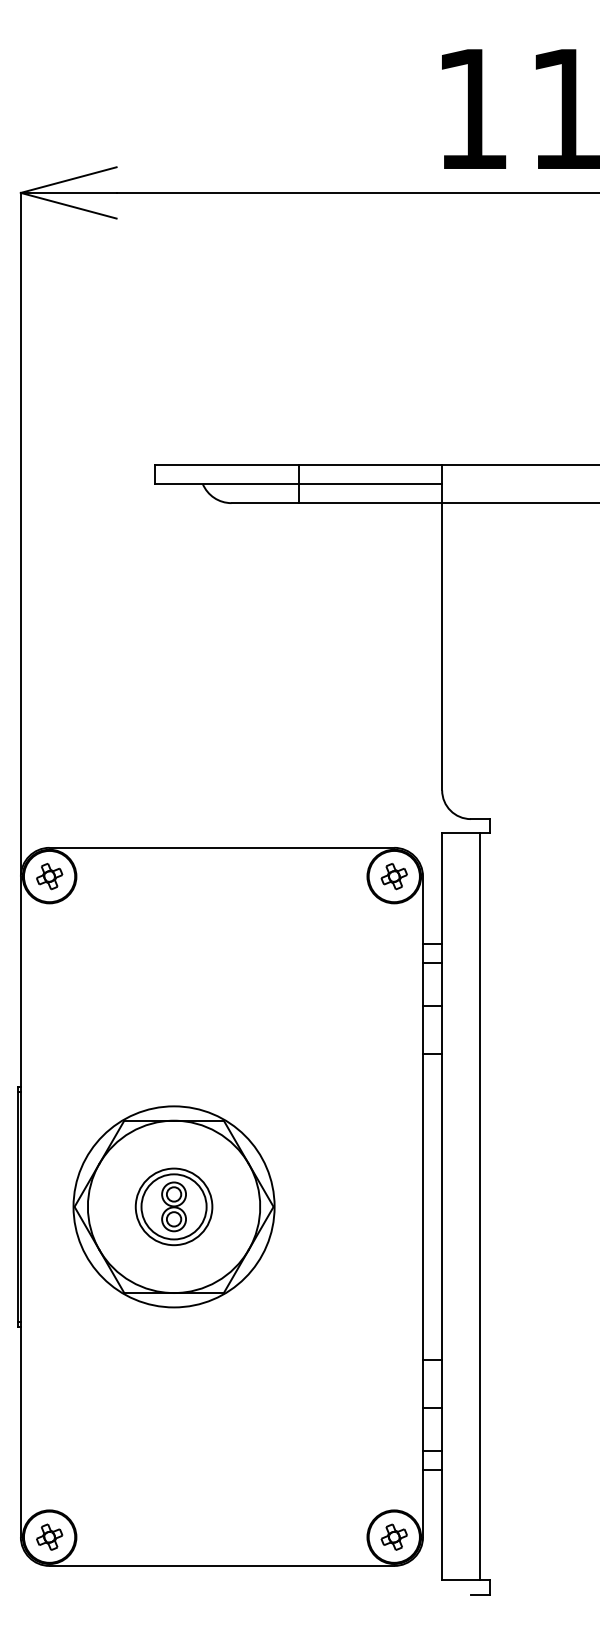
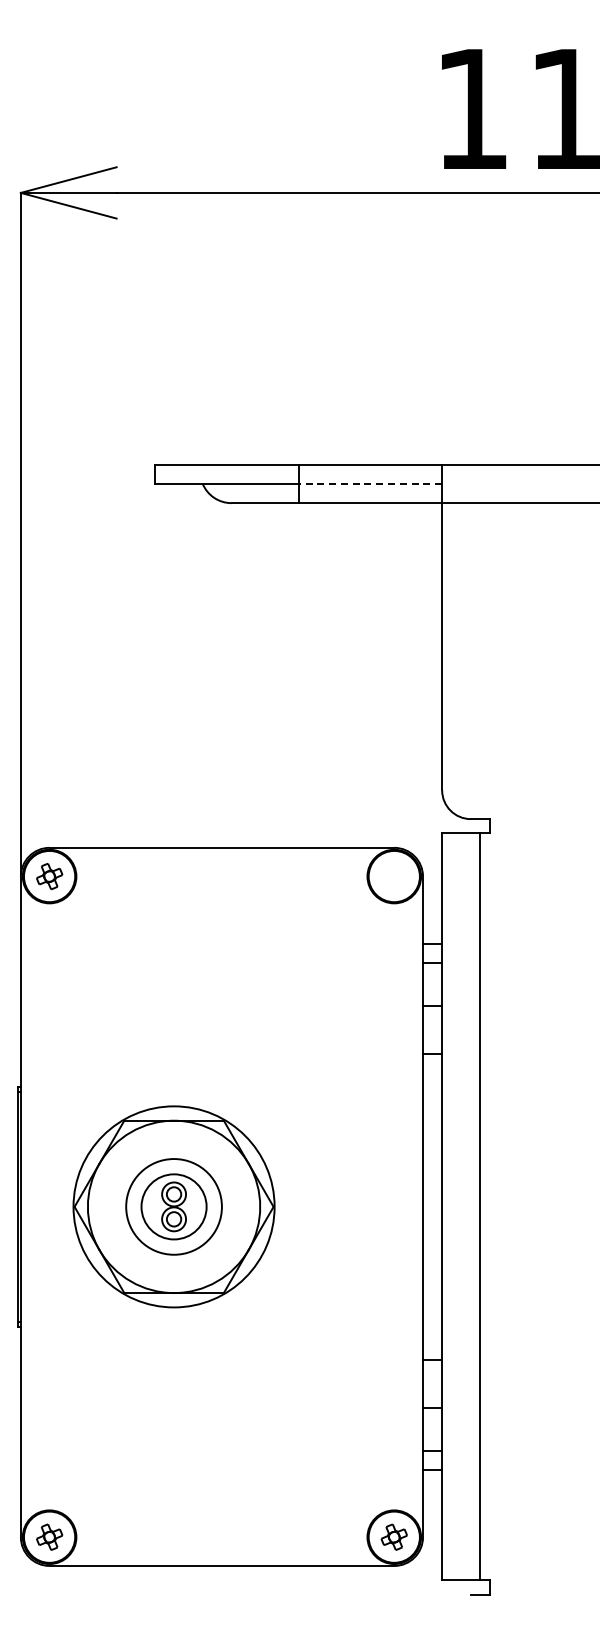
line at (370, 484): solid -> dashed
part at (393, 876): present -> none
circle at (173, 1206) diameter: 77 px -> 96 px
